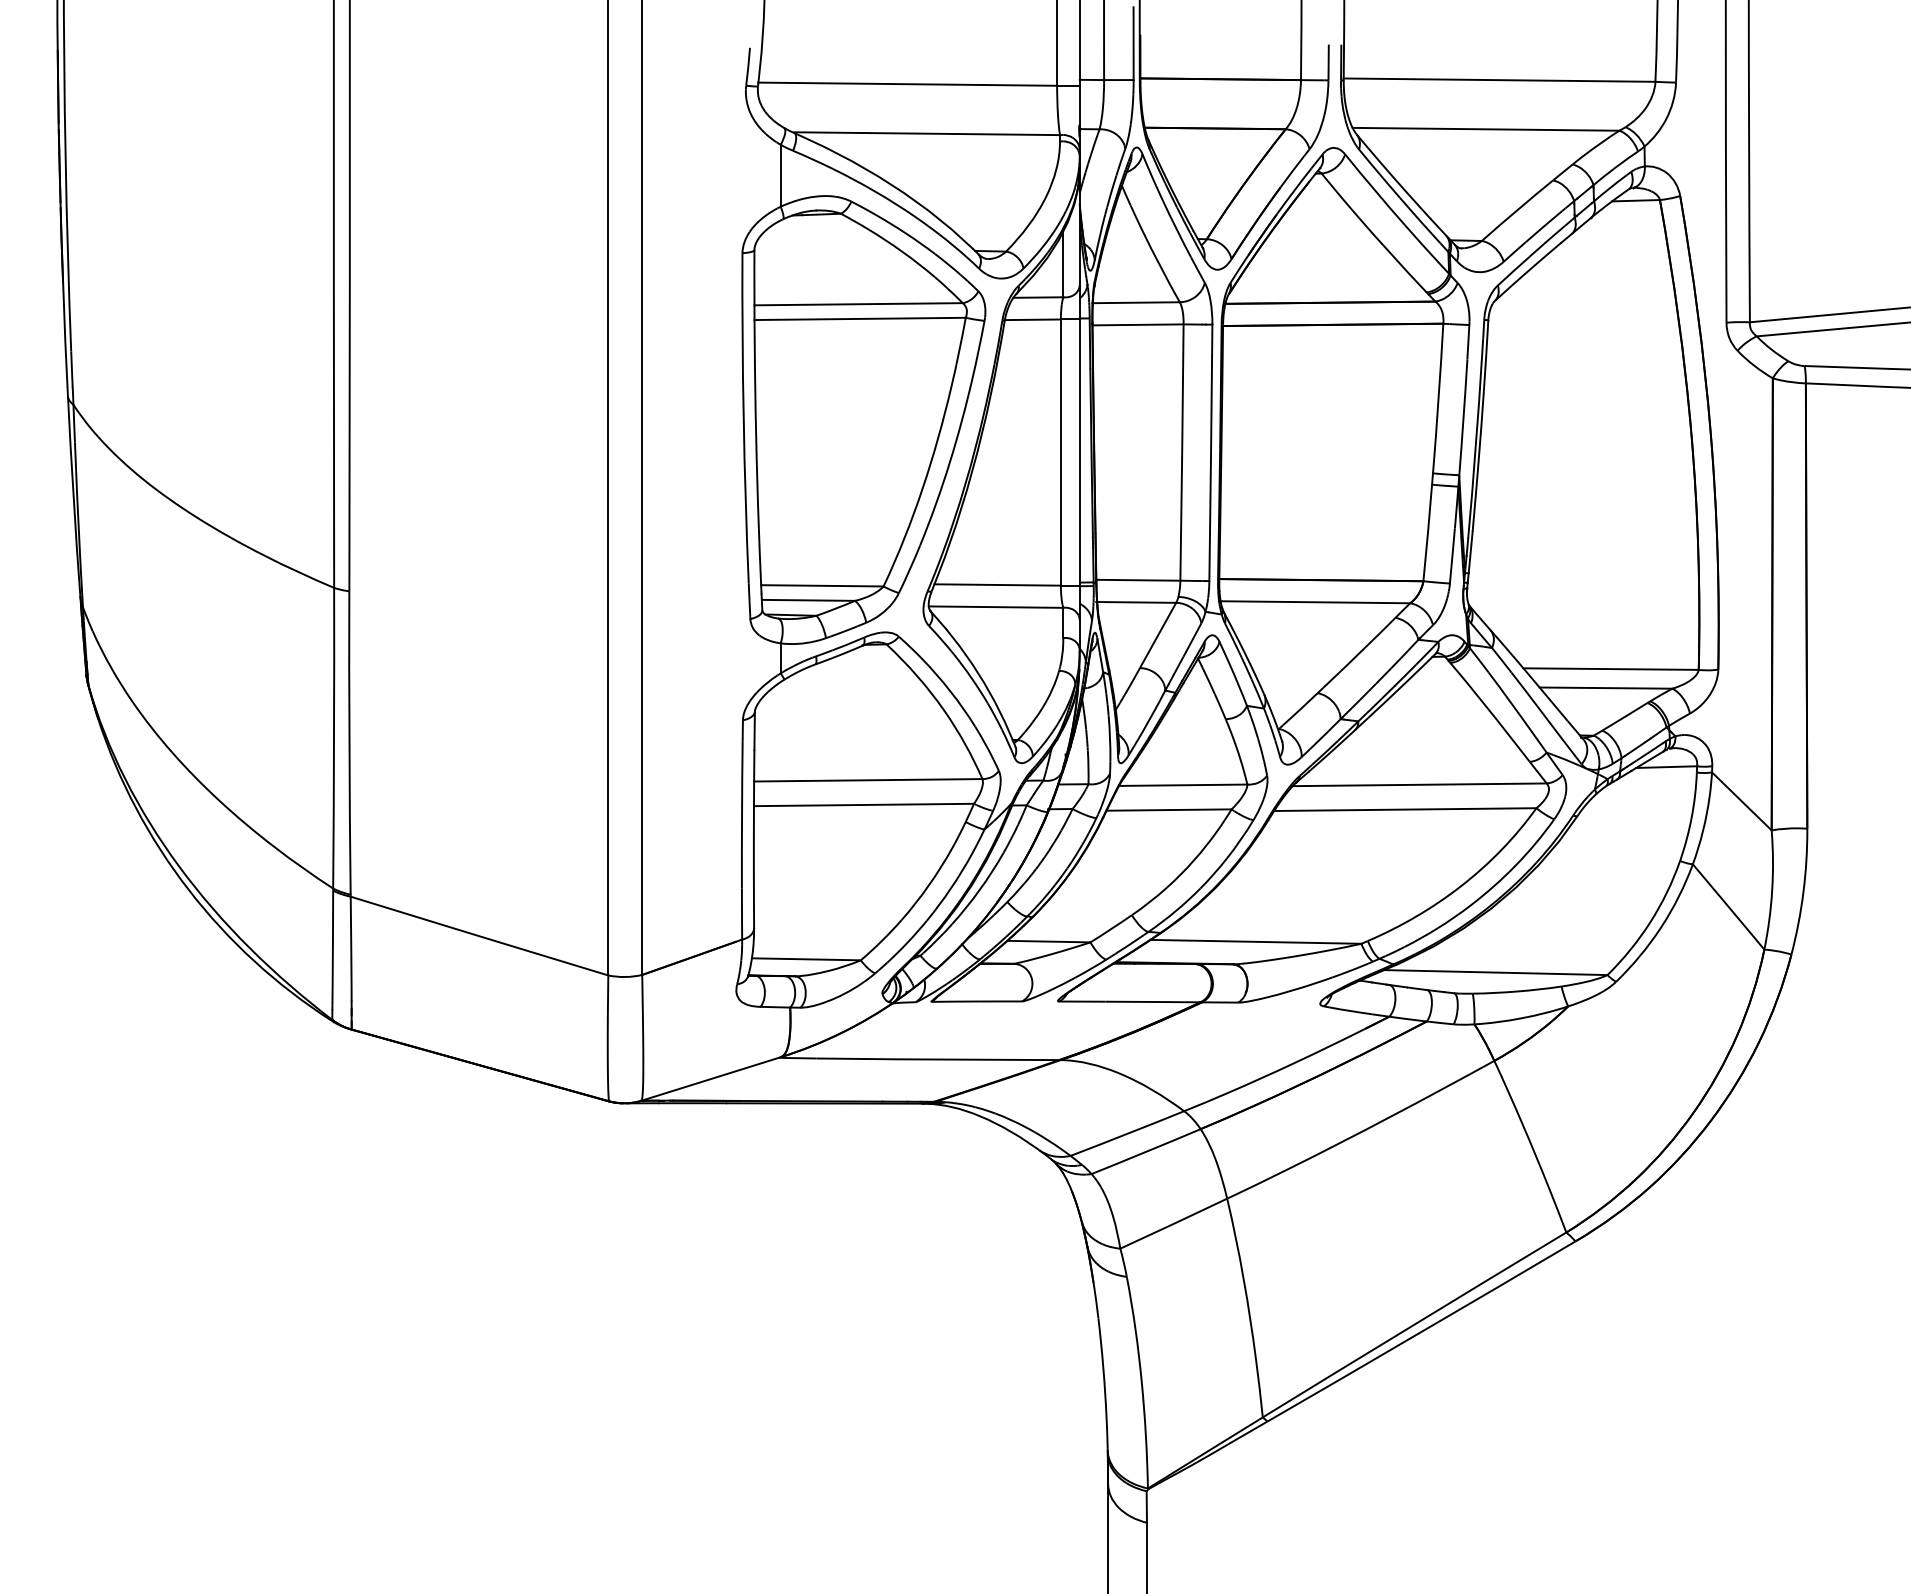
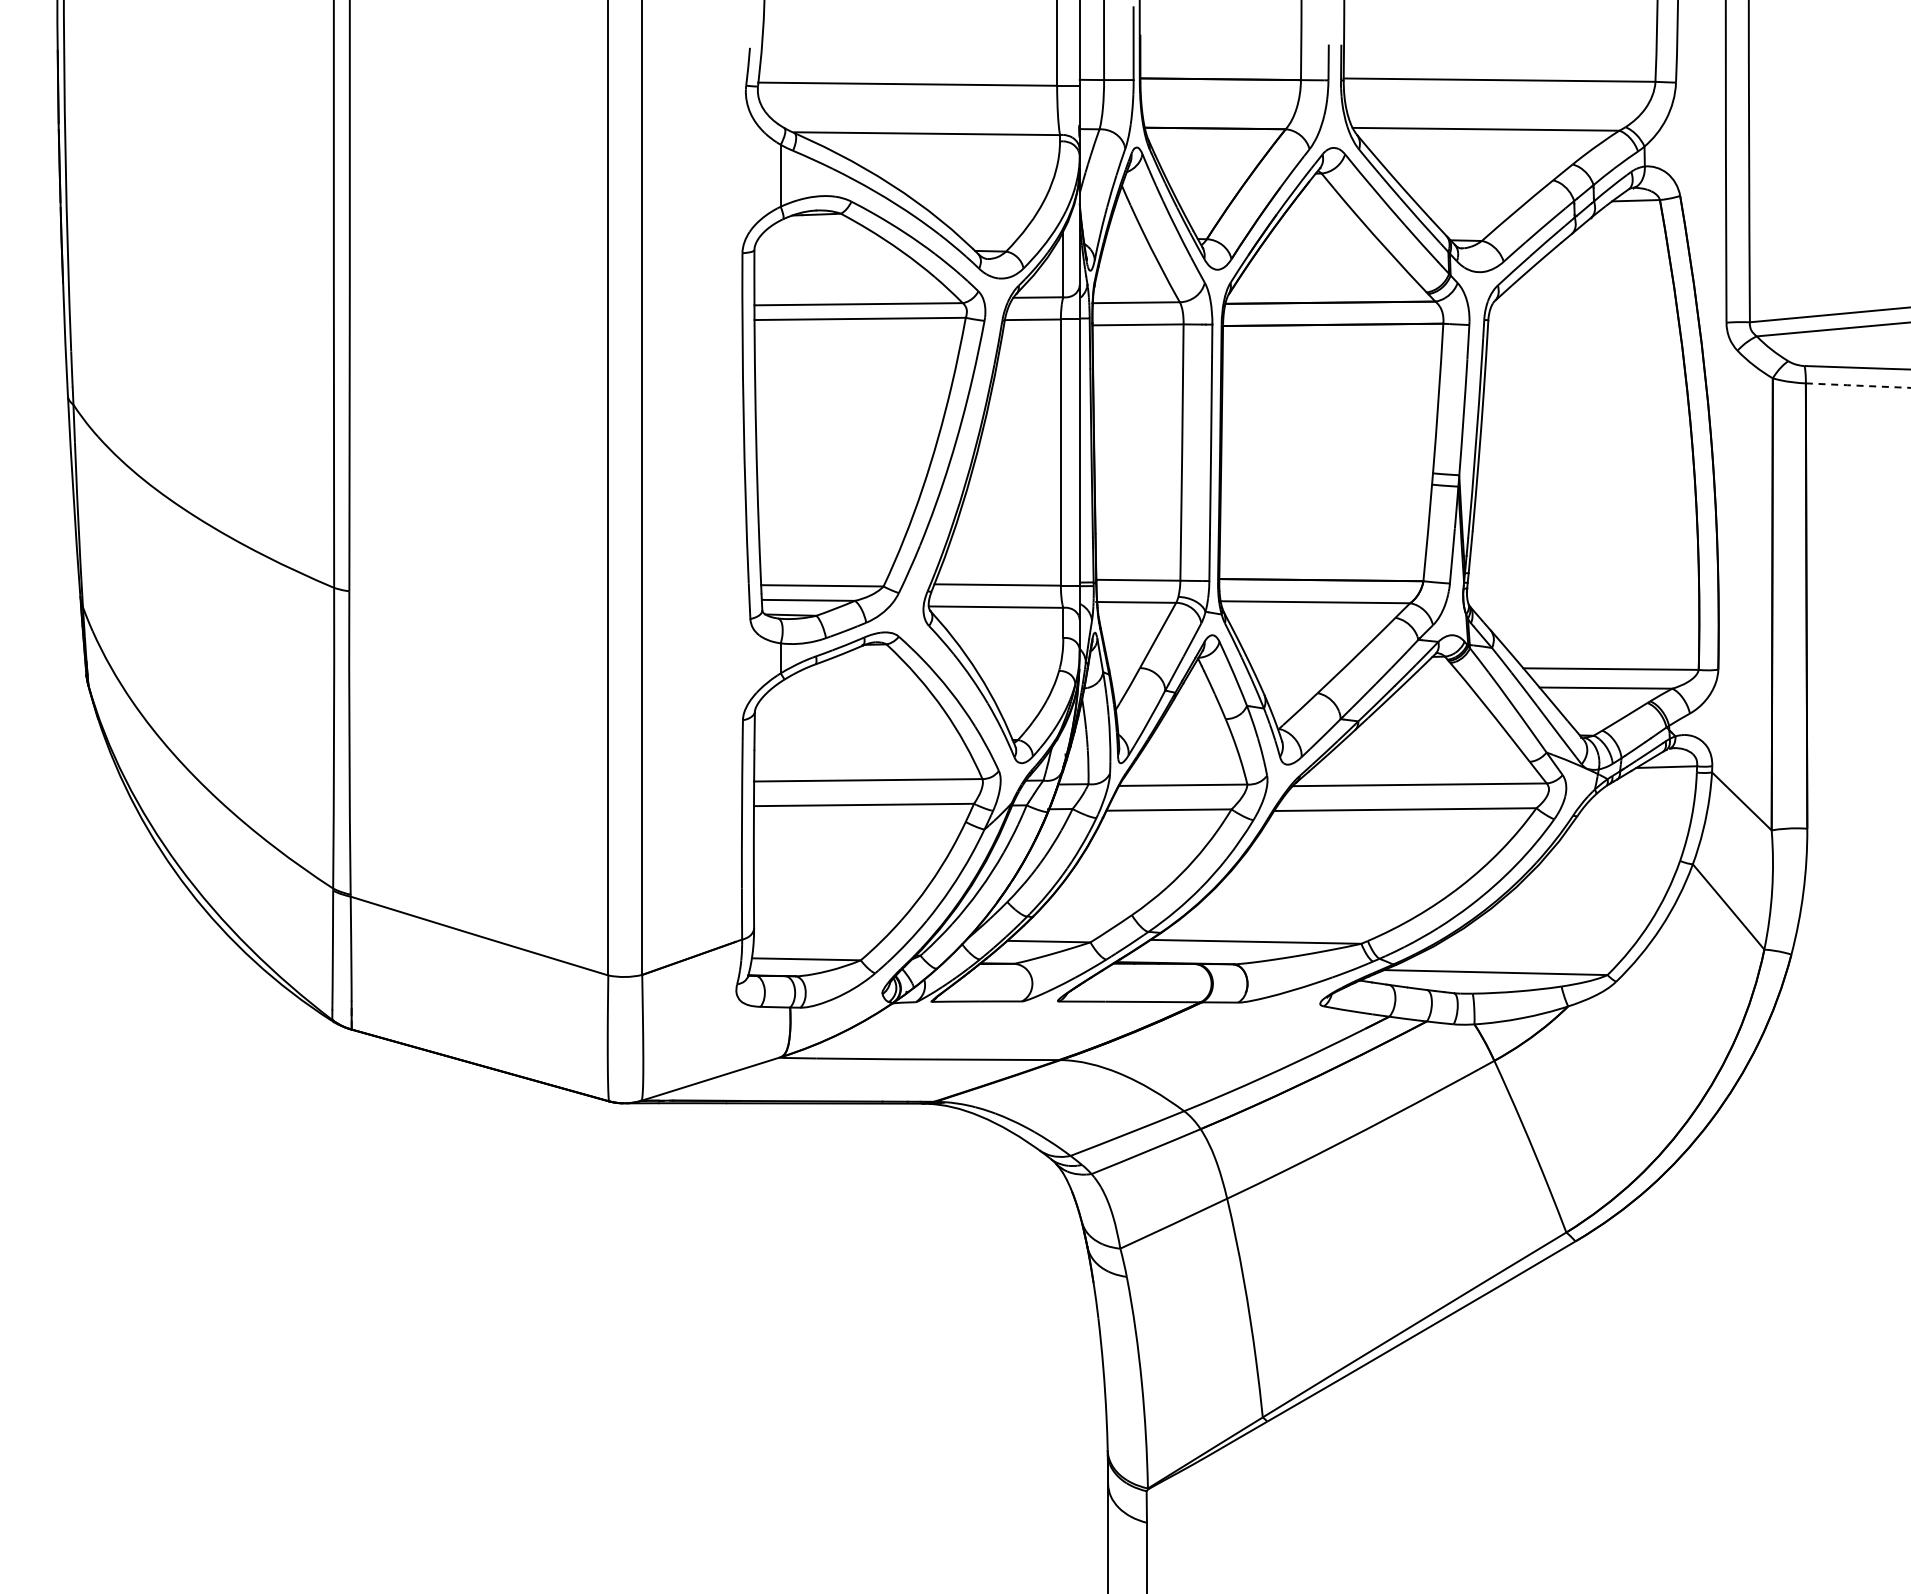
arc at (1859, 385): solid -> dashed
